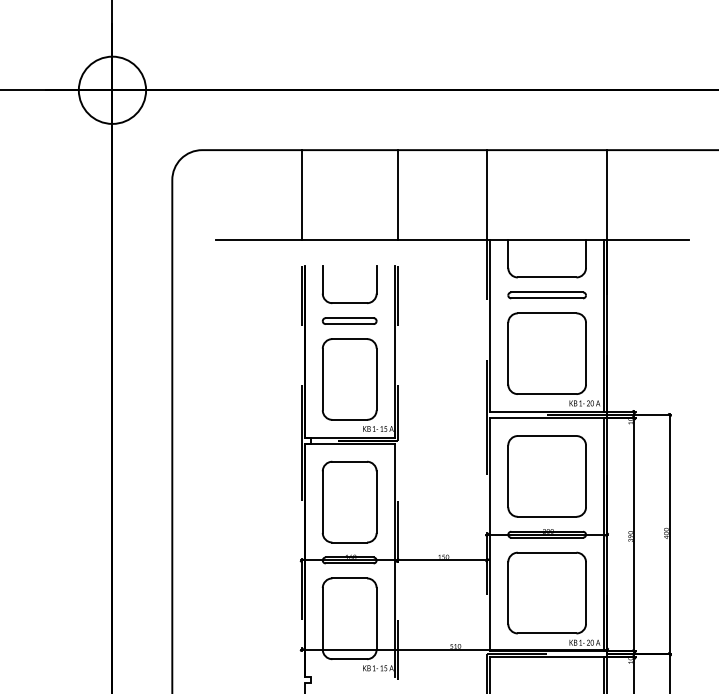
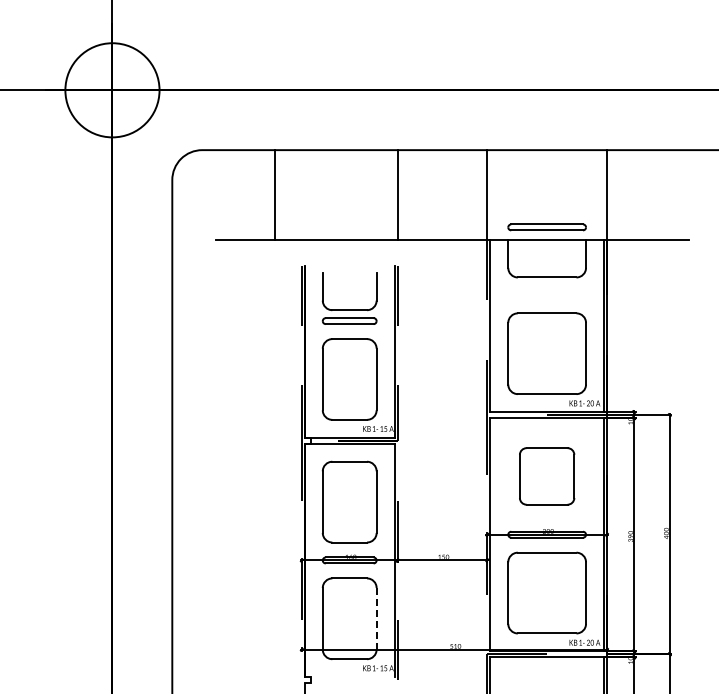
circle at (112, 89) diameter: 67 px -> 94 px
line at (301, 194) position: (301, 194) -> (274, 194)
part at (546, 295) position: (546, 295) -> (546, 227)
part at (349, 302) position: (349, 302) -> (349, 309)
part at (546, 476) size: 80x83 px -> 57x59 px
line at (376, 618): solid -> dashed
